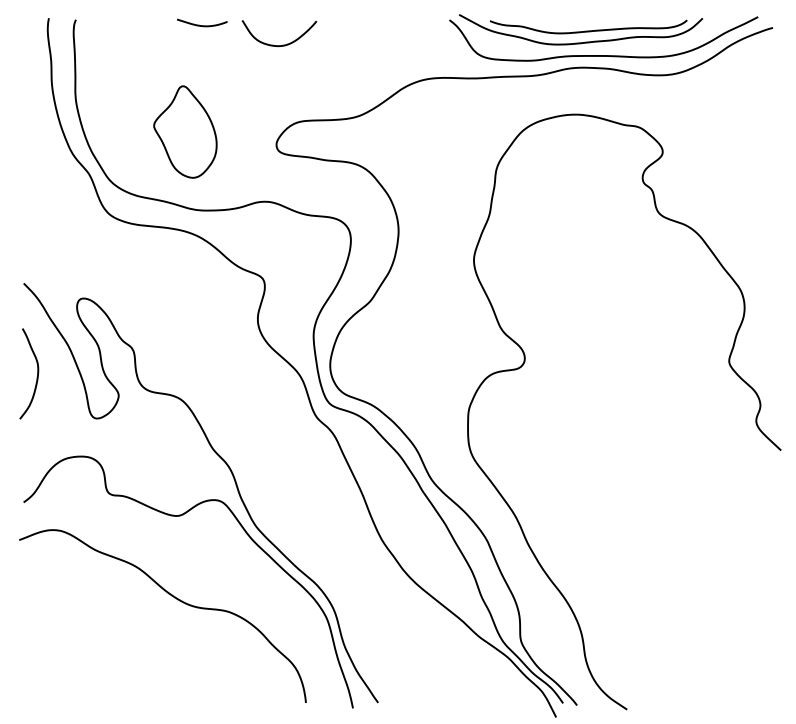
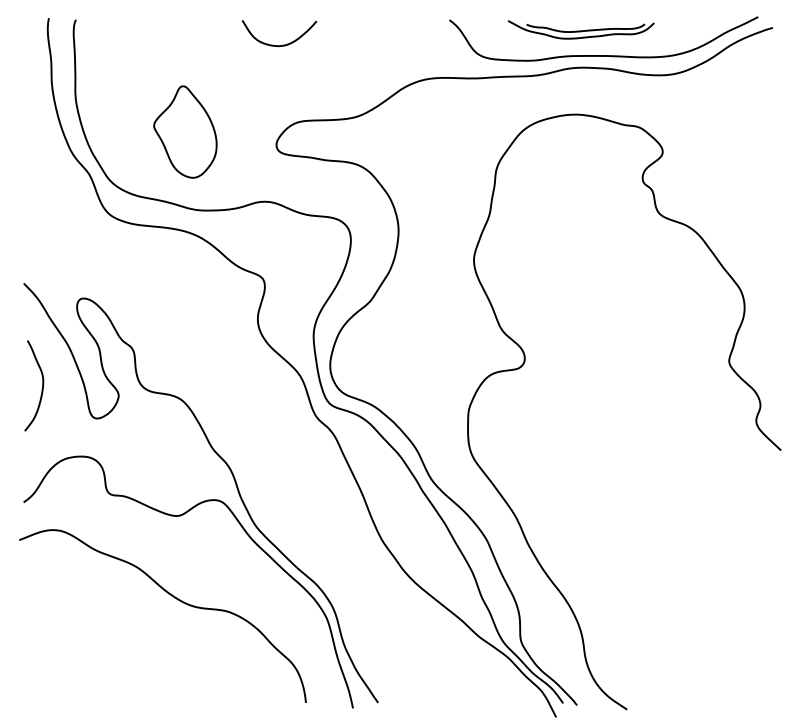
curve at (202, 25): present -> none
part at (581, 29) size: 245x32 px -> 148x20 px
curve at (37, 373) position: (37, 373) -> (42, 385)
